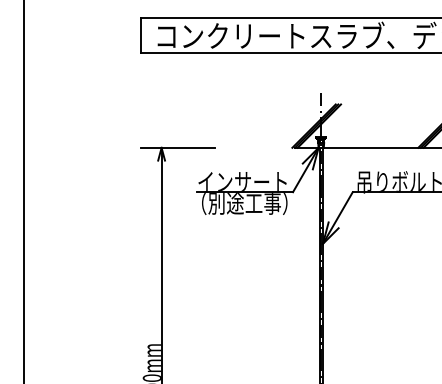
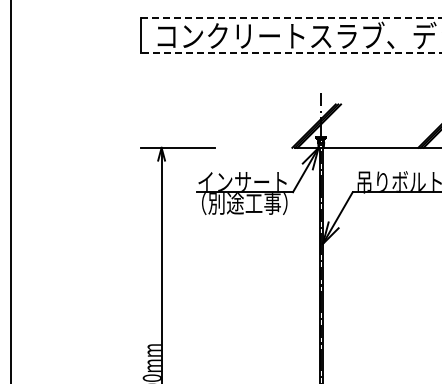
line at (291, 17): solid -> dashed
line at (290, 53): solid -> dashed
line at (24, 191) position: (24, 191) -> (11, 191)
